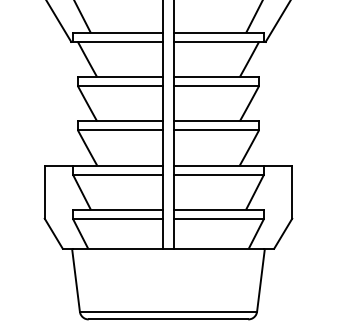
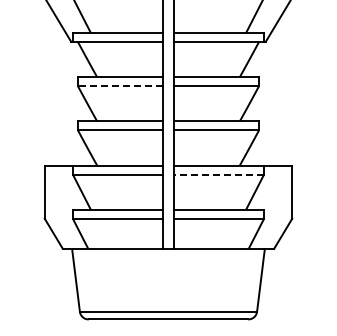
line at (120, 86): solid -> dashed
line at (218, 174): solid -> dashed
